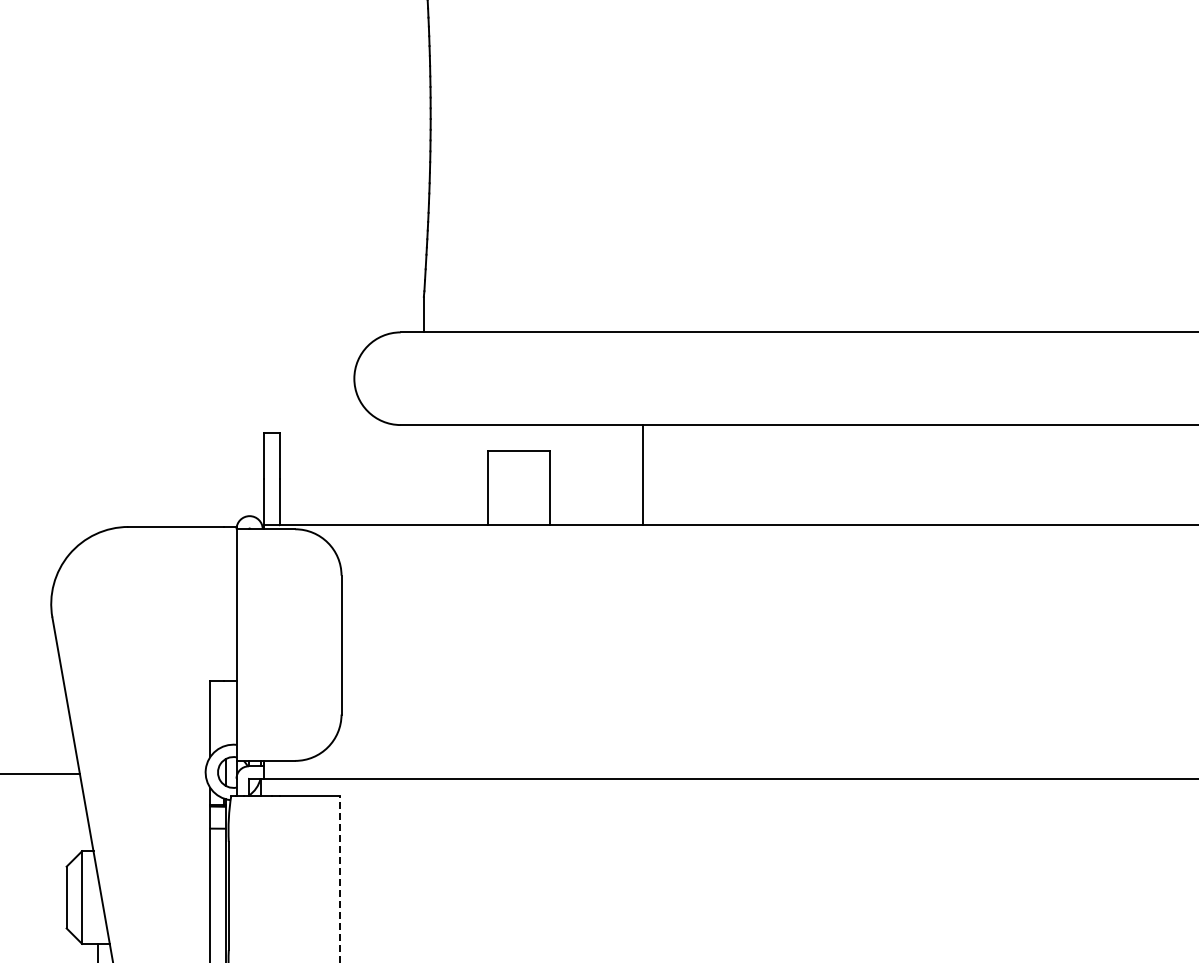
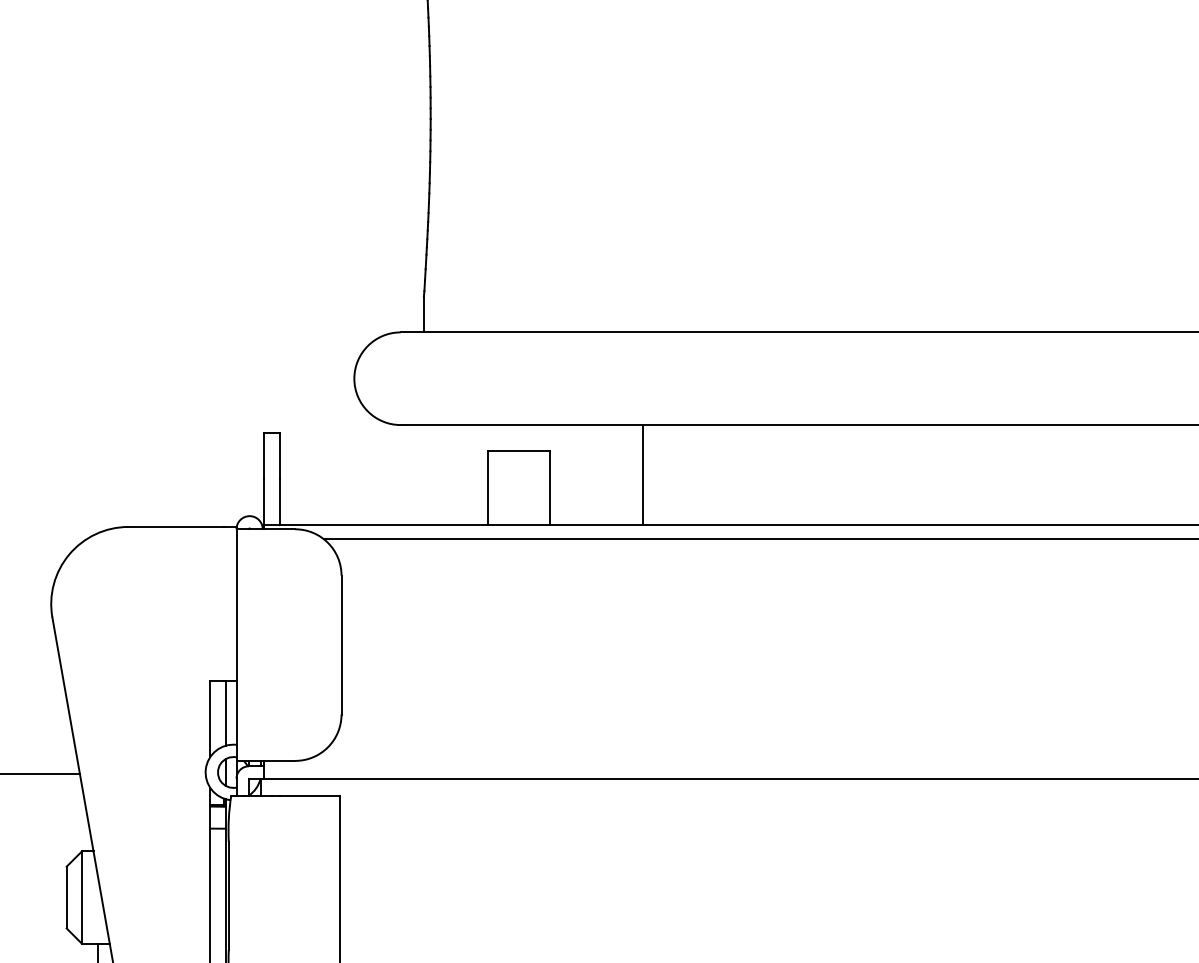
line at (759, 539): none -> present
line at (225, 713): none -> present
line at (340, 878): dashed -> solid
